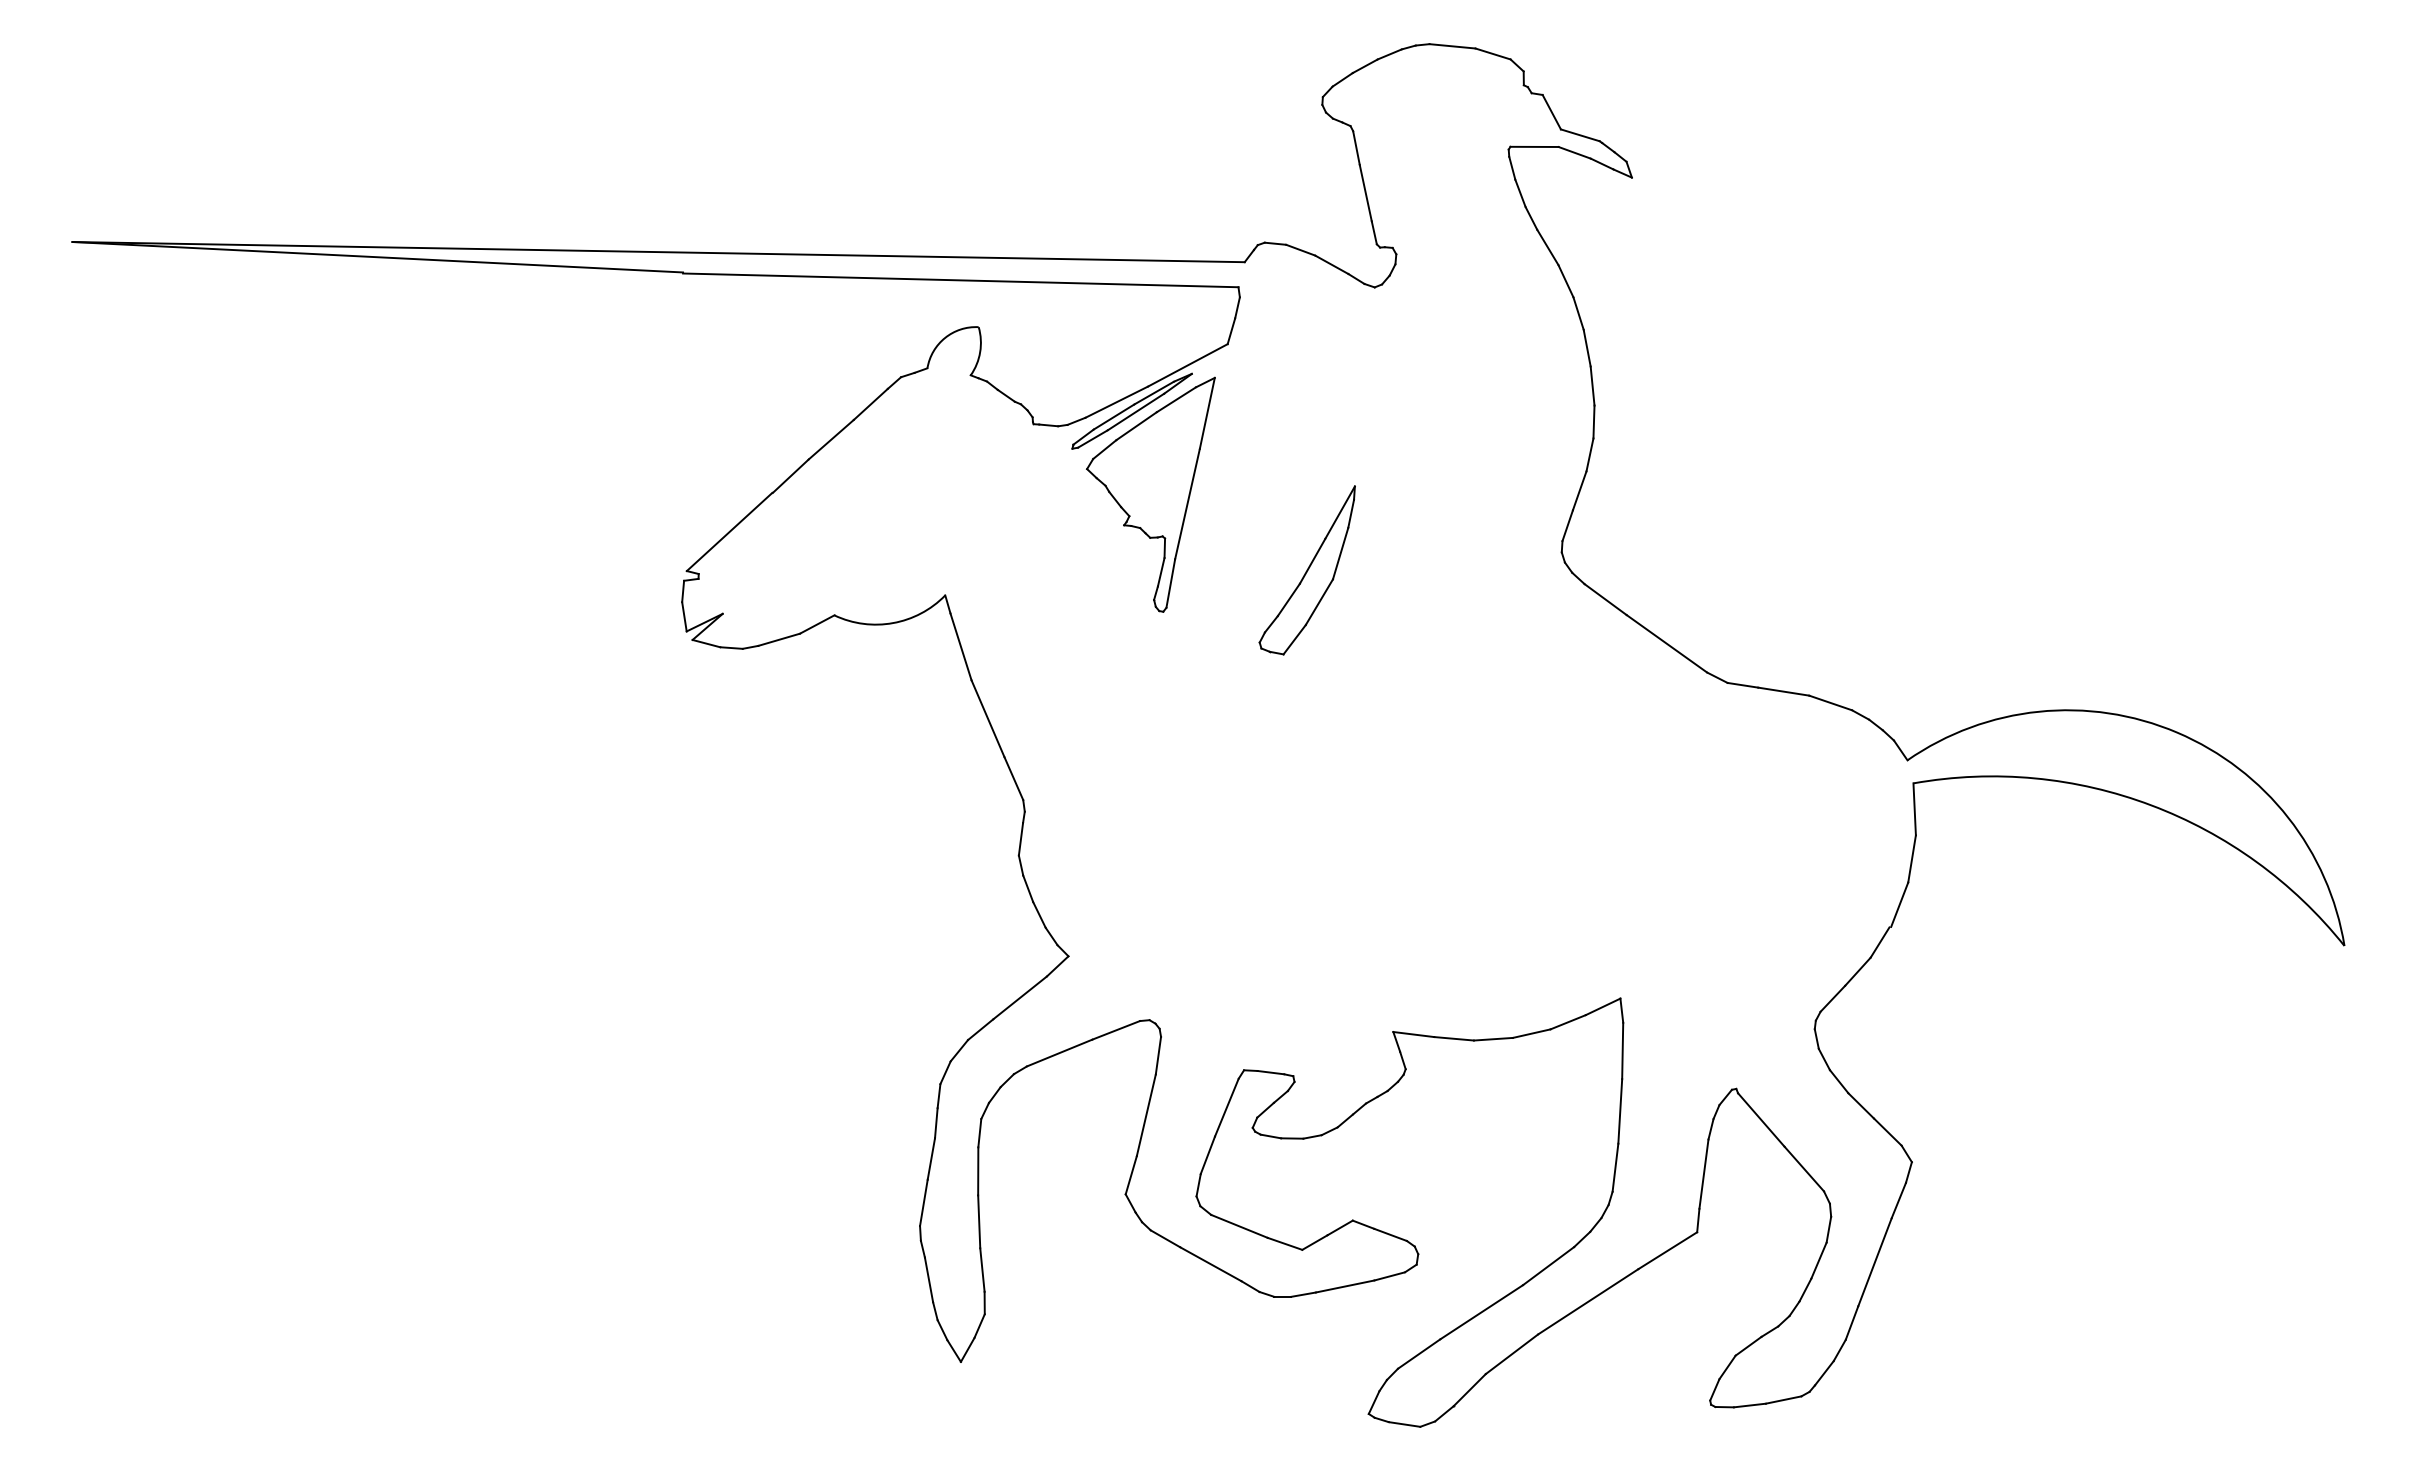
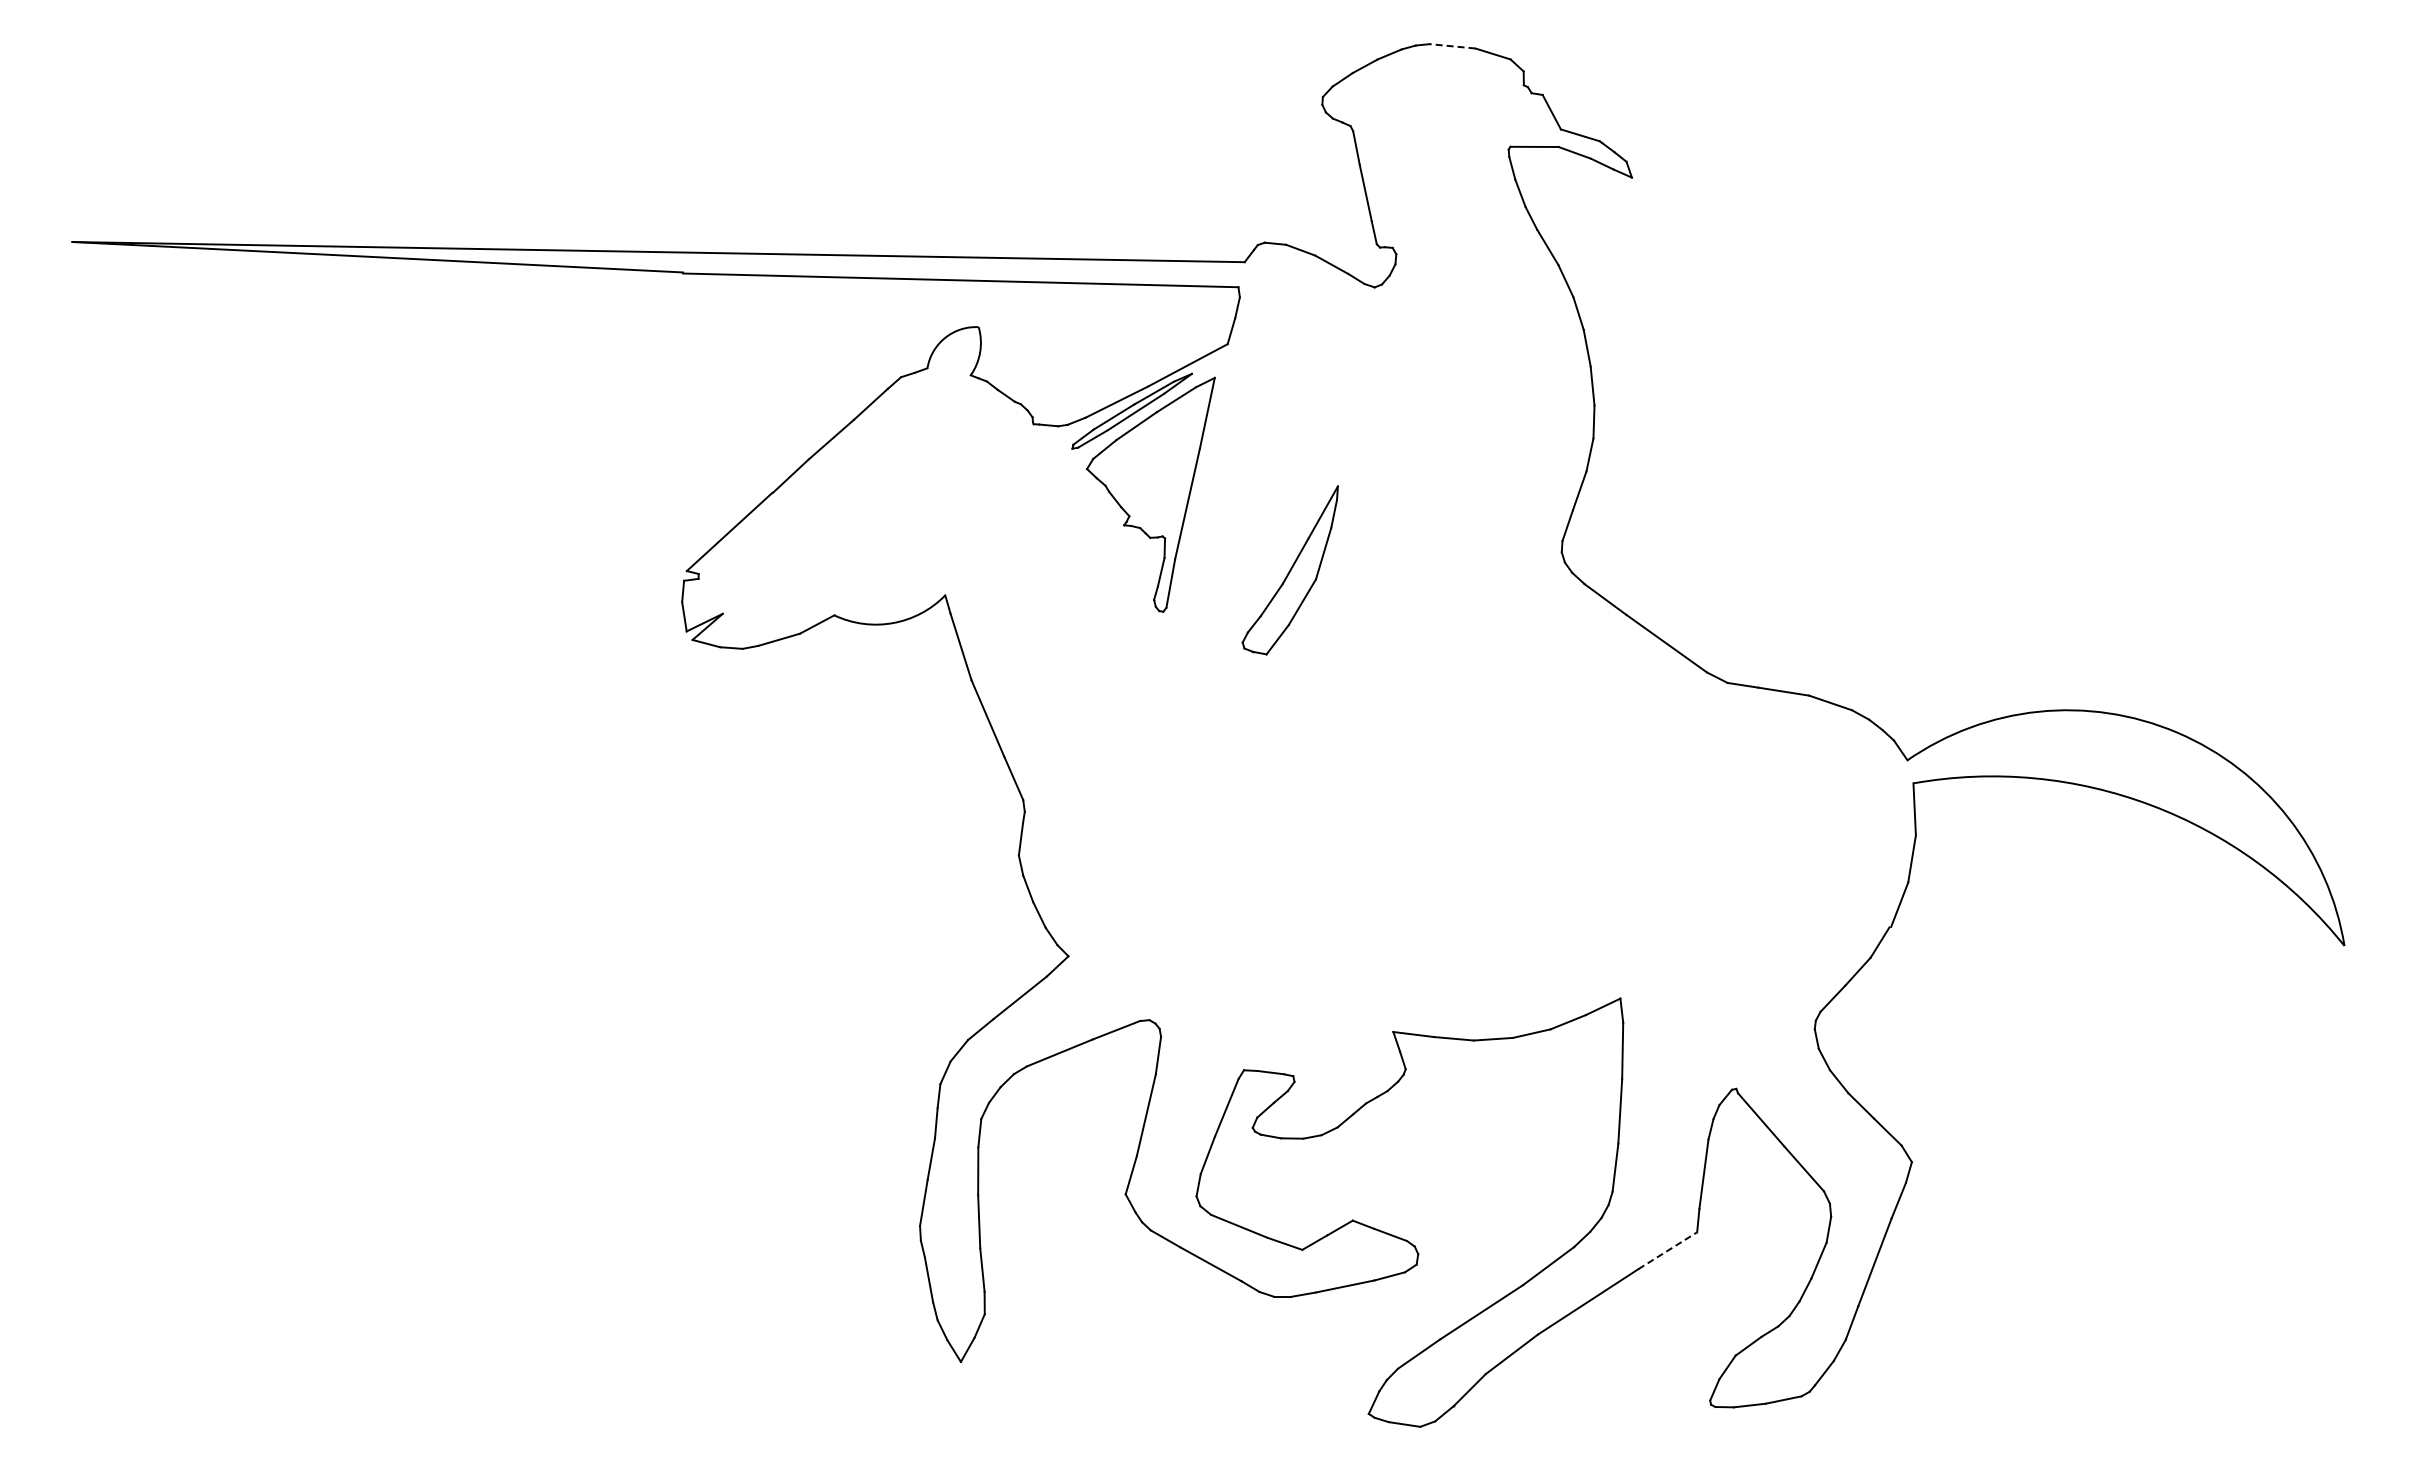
line at (1452, 46): solid -> dashed
part at (1306, 570) position: (1306, 570) -> (1289, 570)
line at (1667, 1250): solid -> dashed
